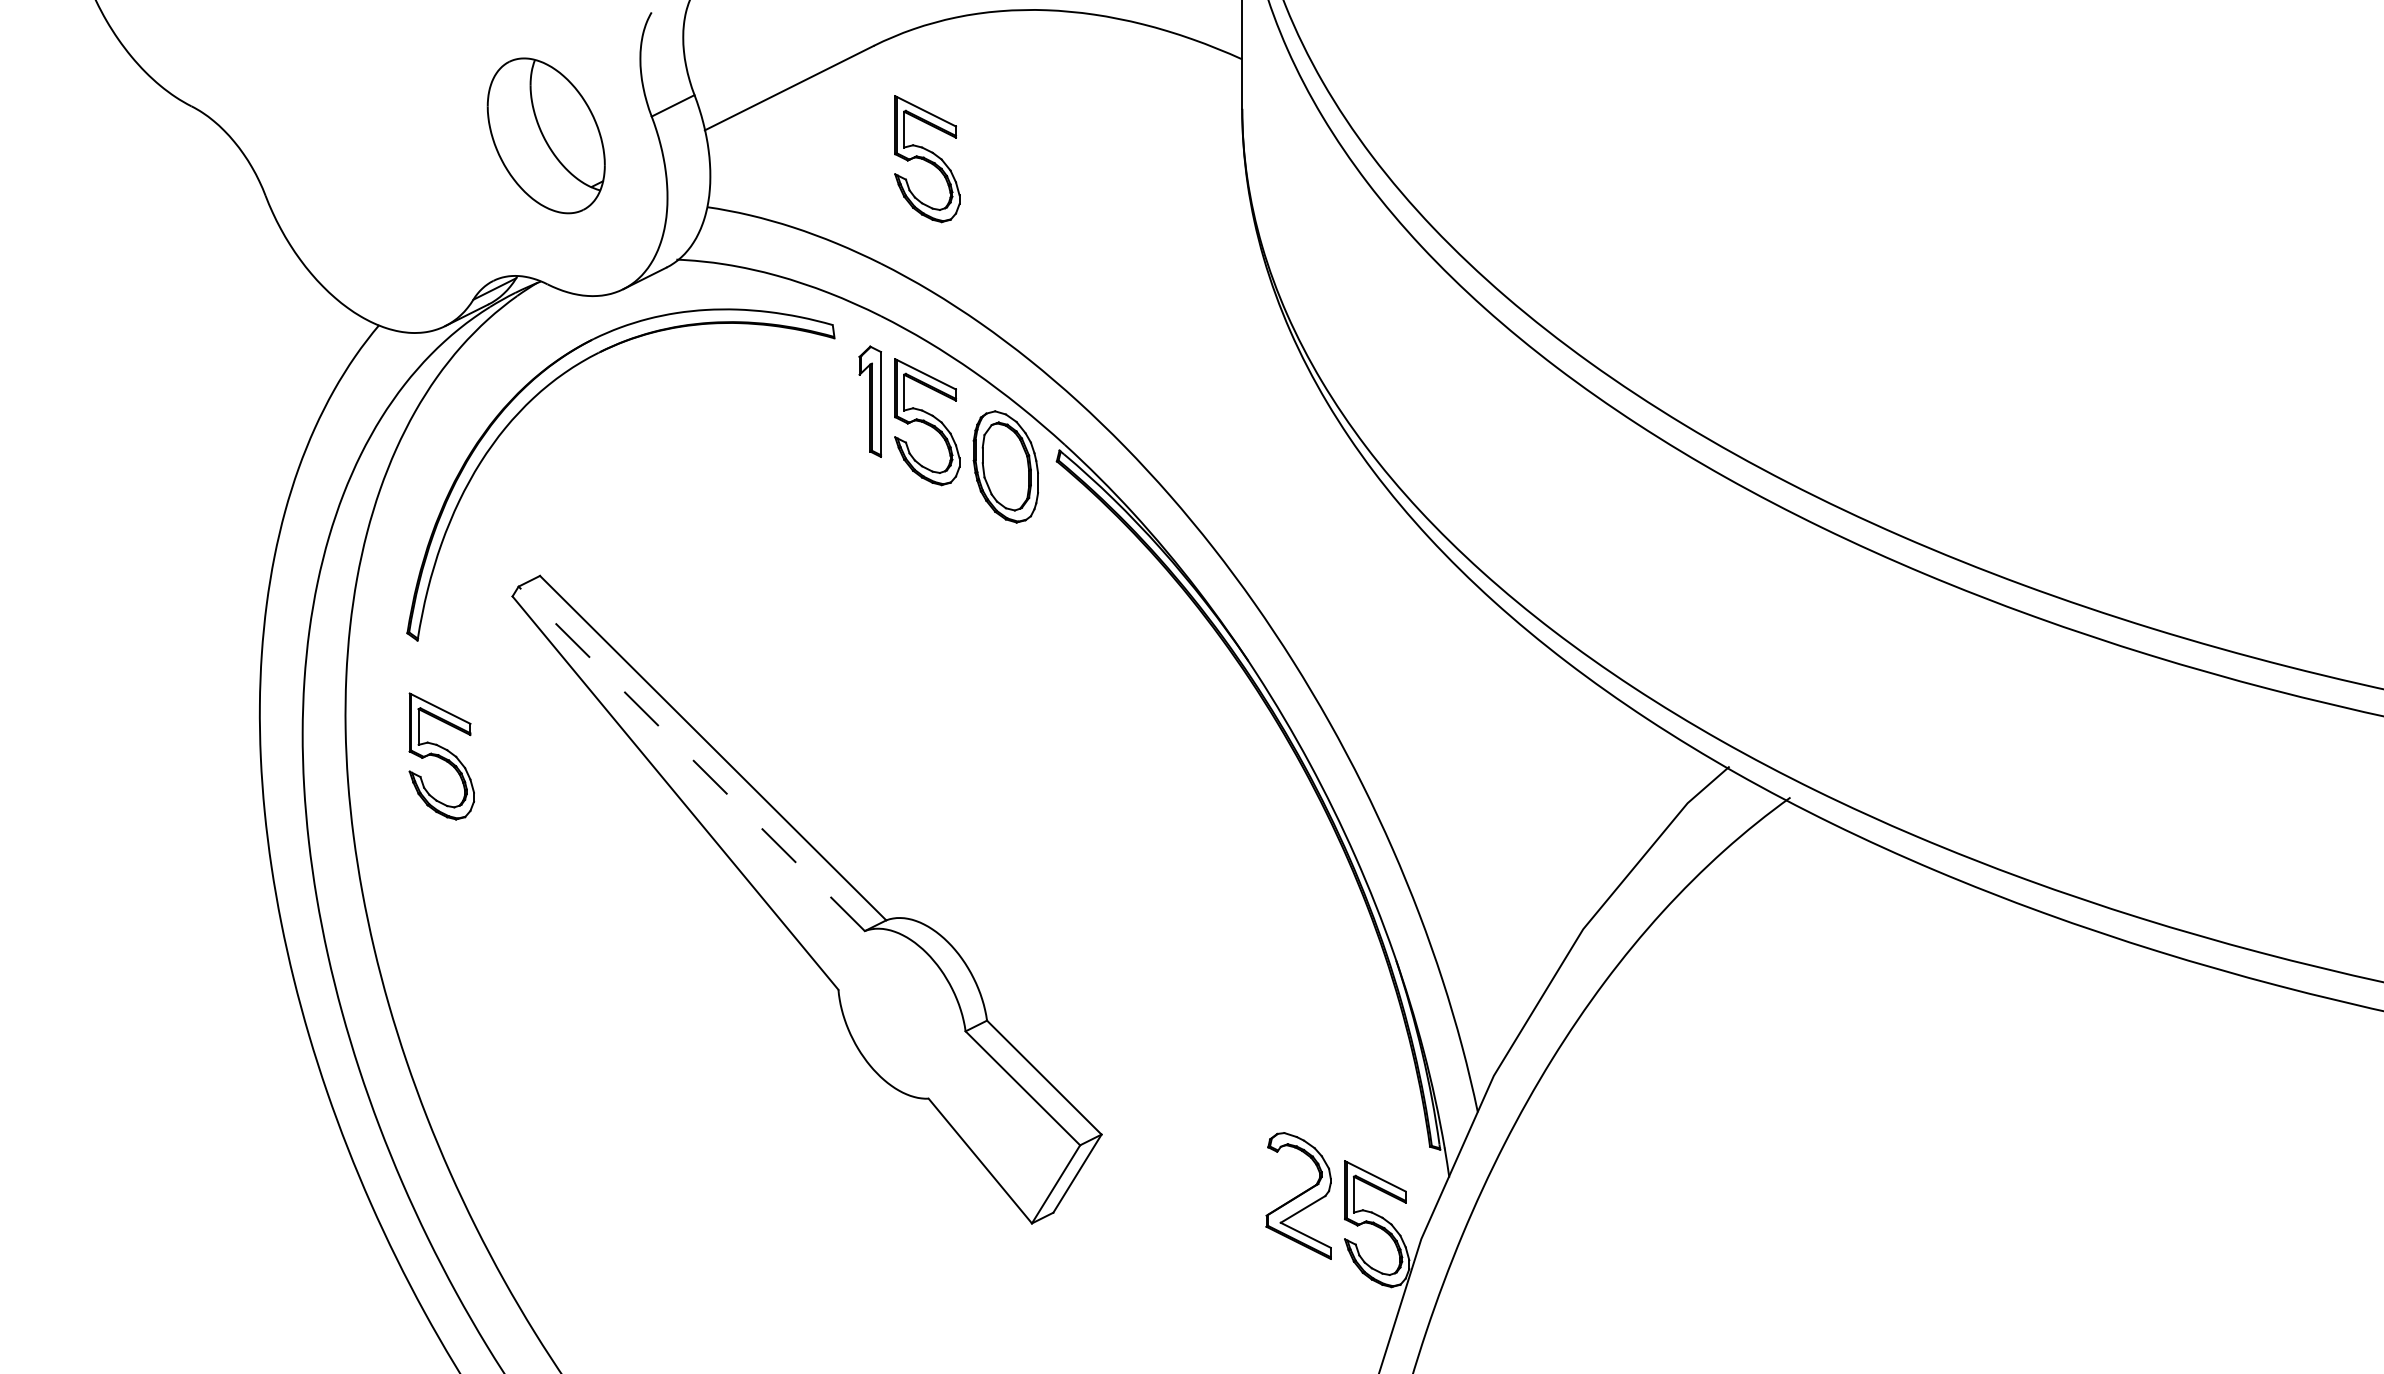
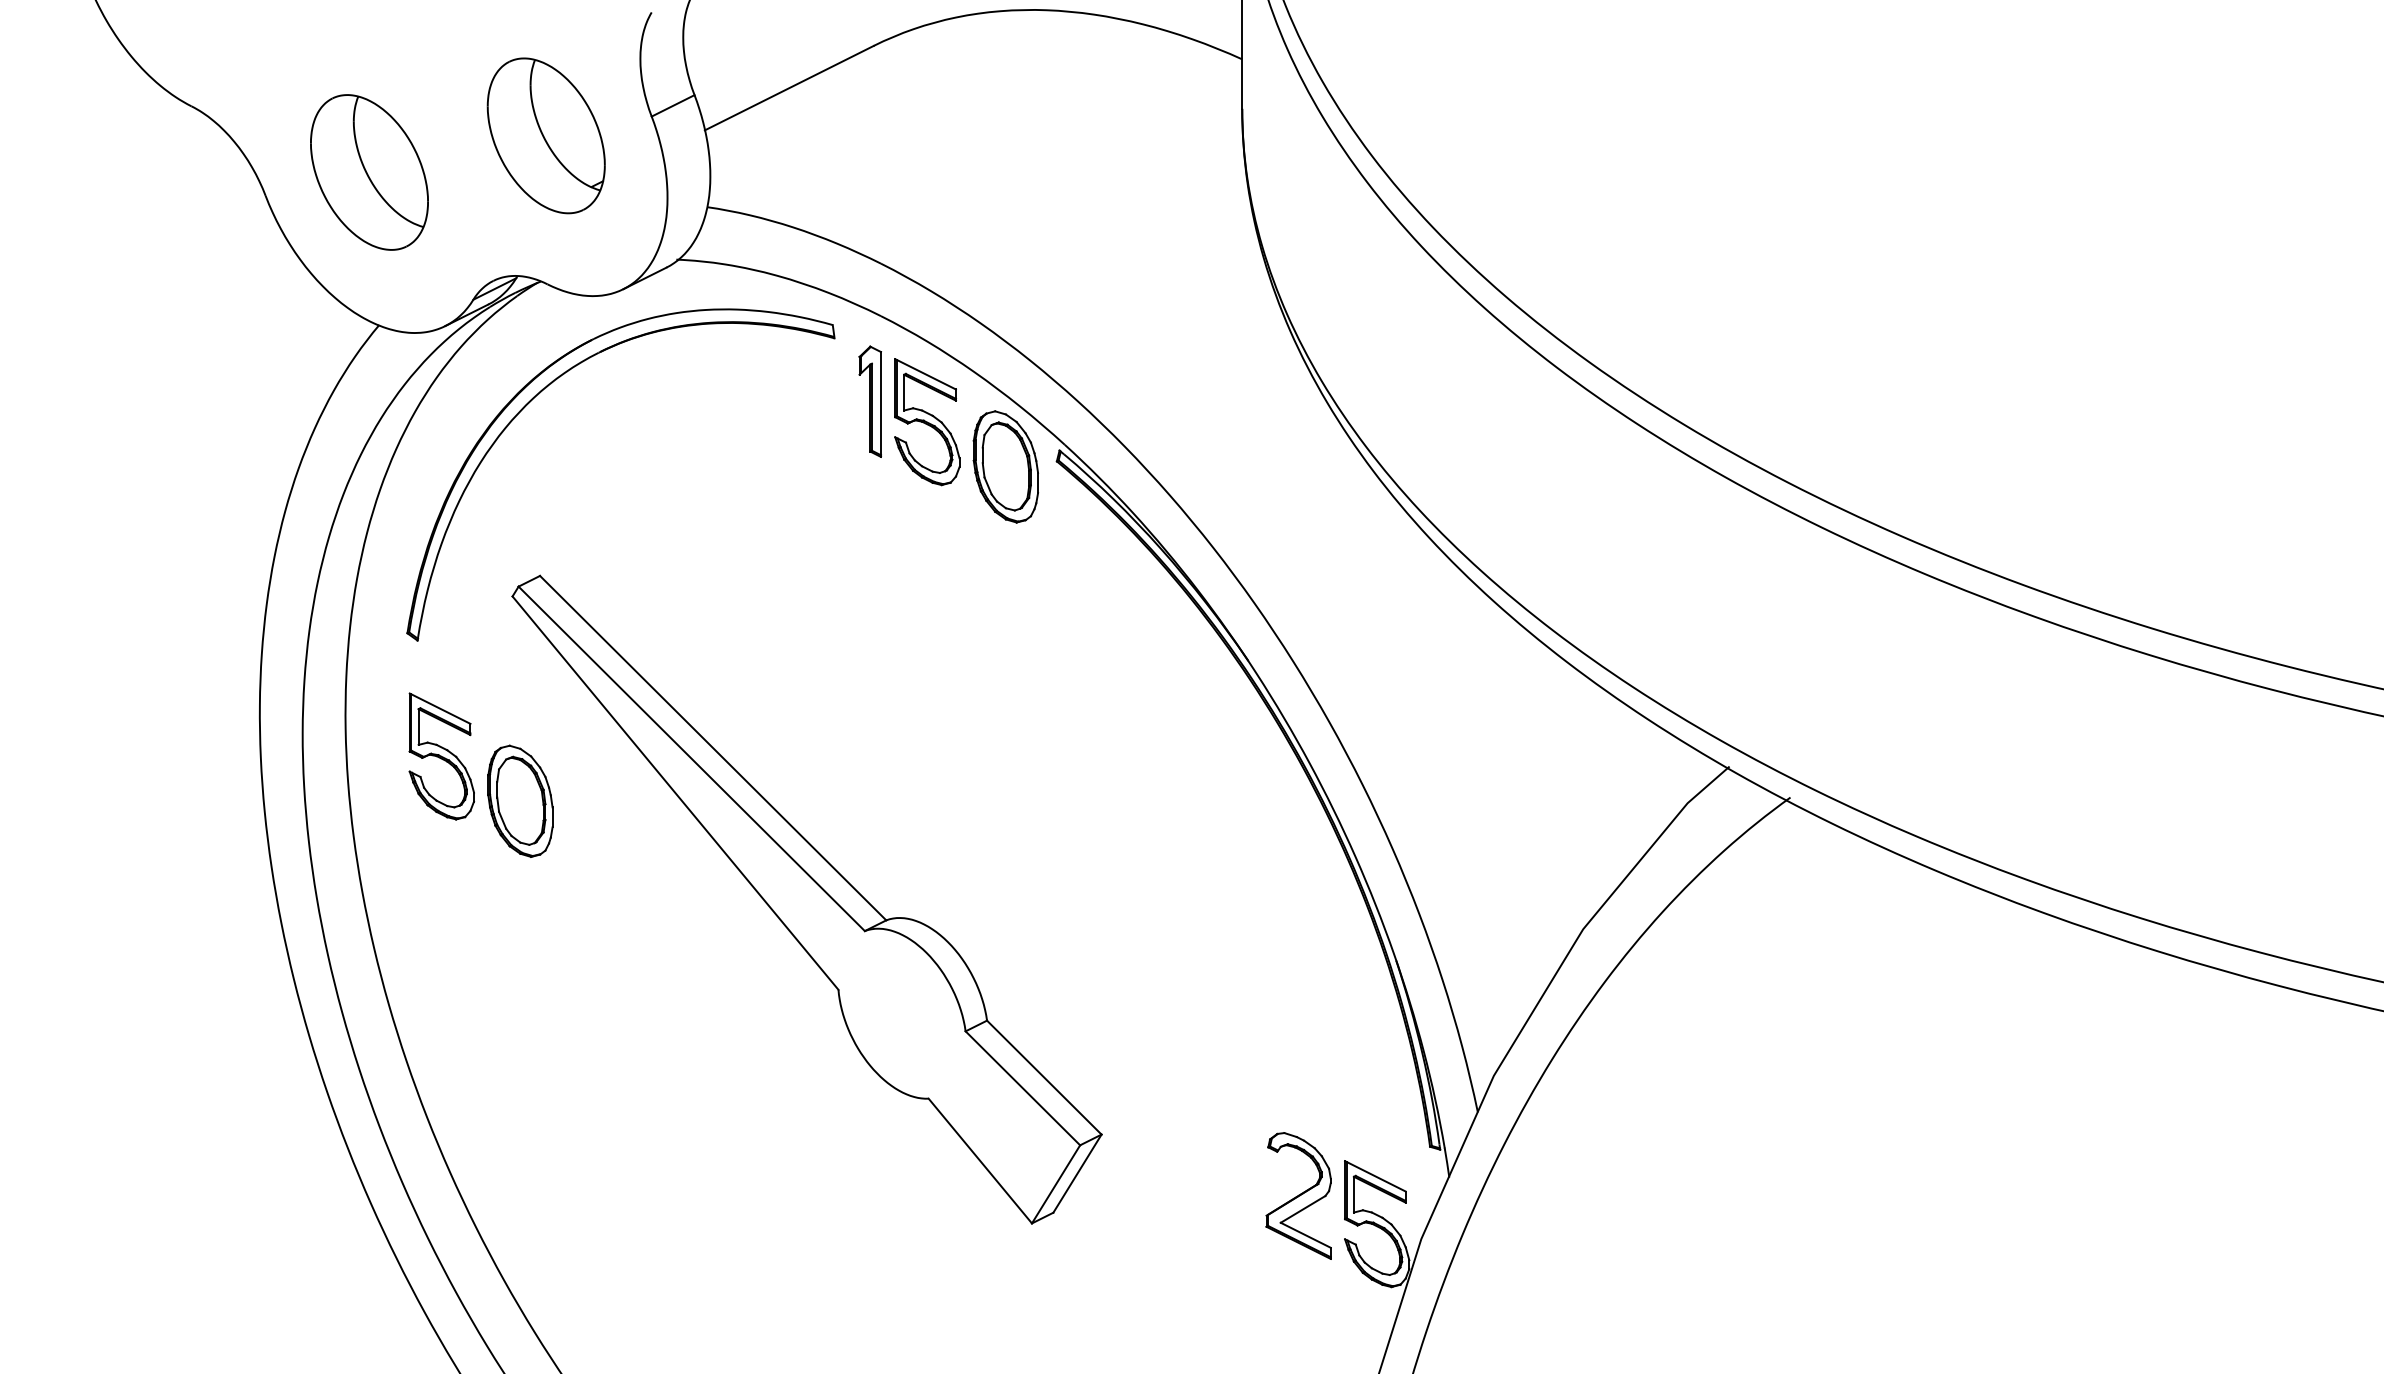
part at (927, 159): present -> none
part at (369, 172): none -> present
line at (691, 758): dashed -> solid
part at (520, 800): none -> present
